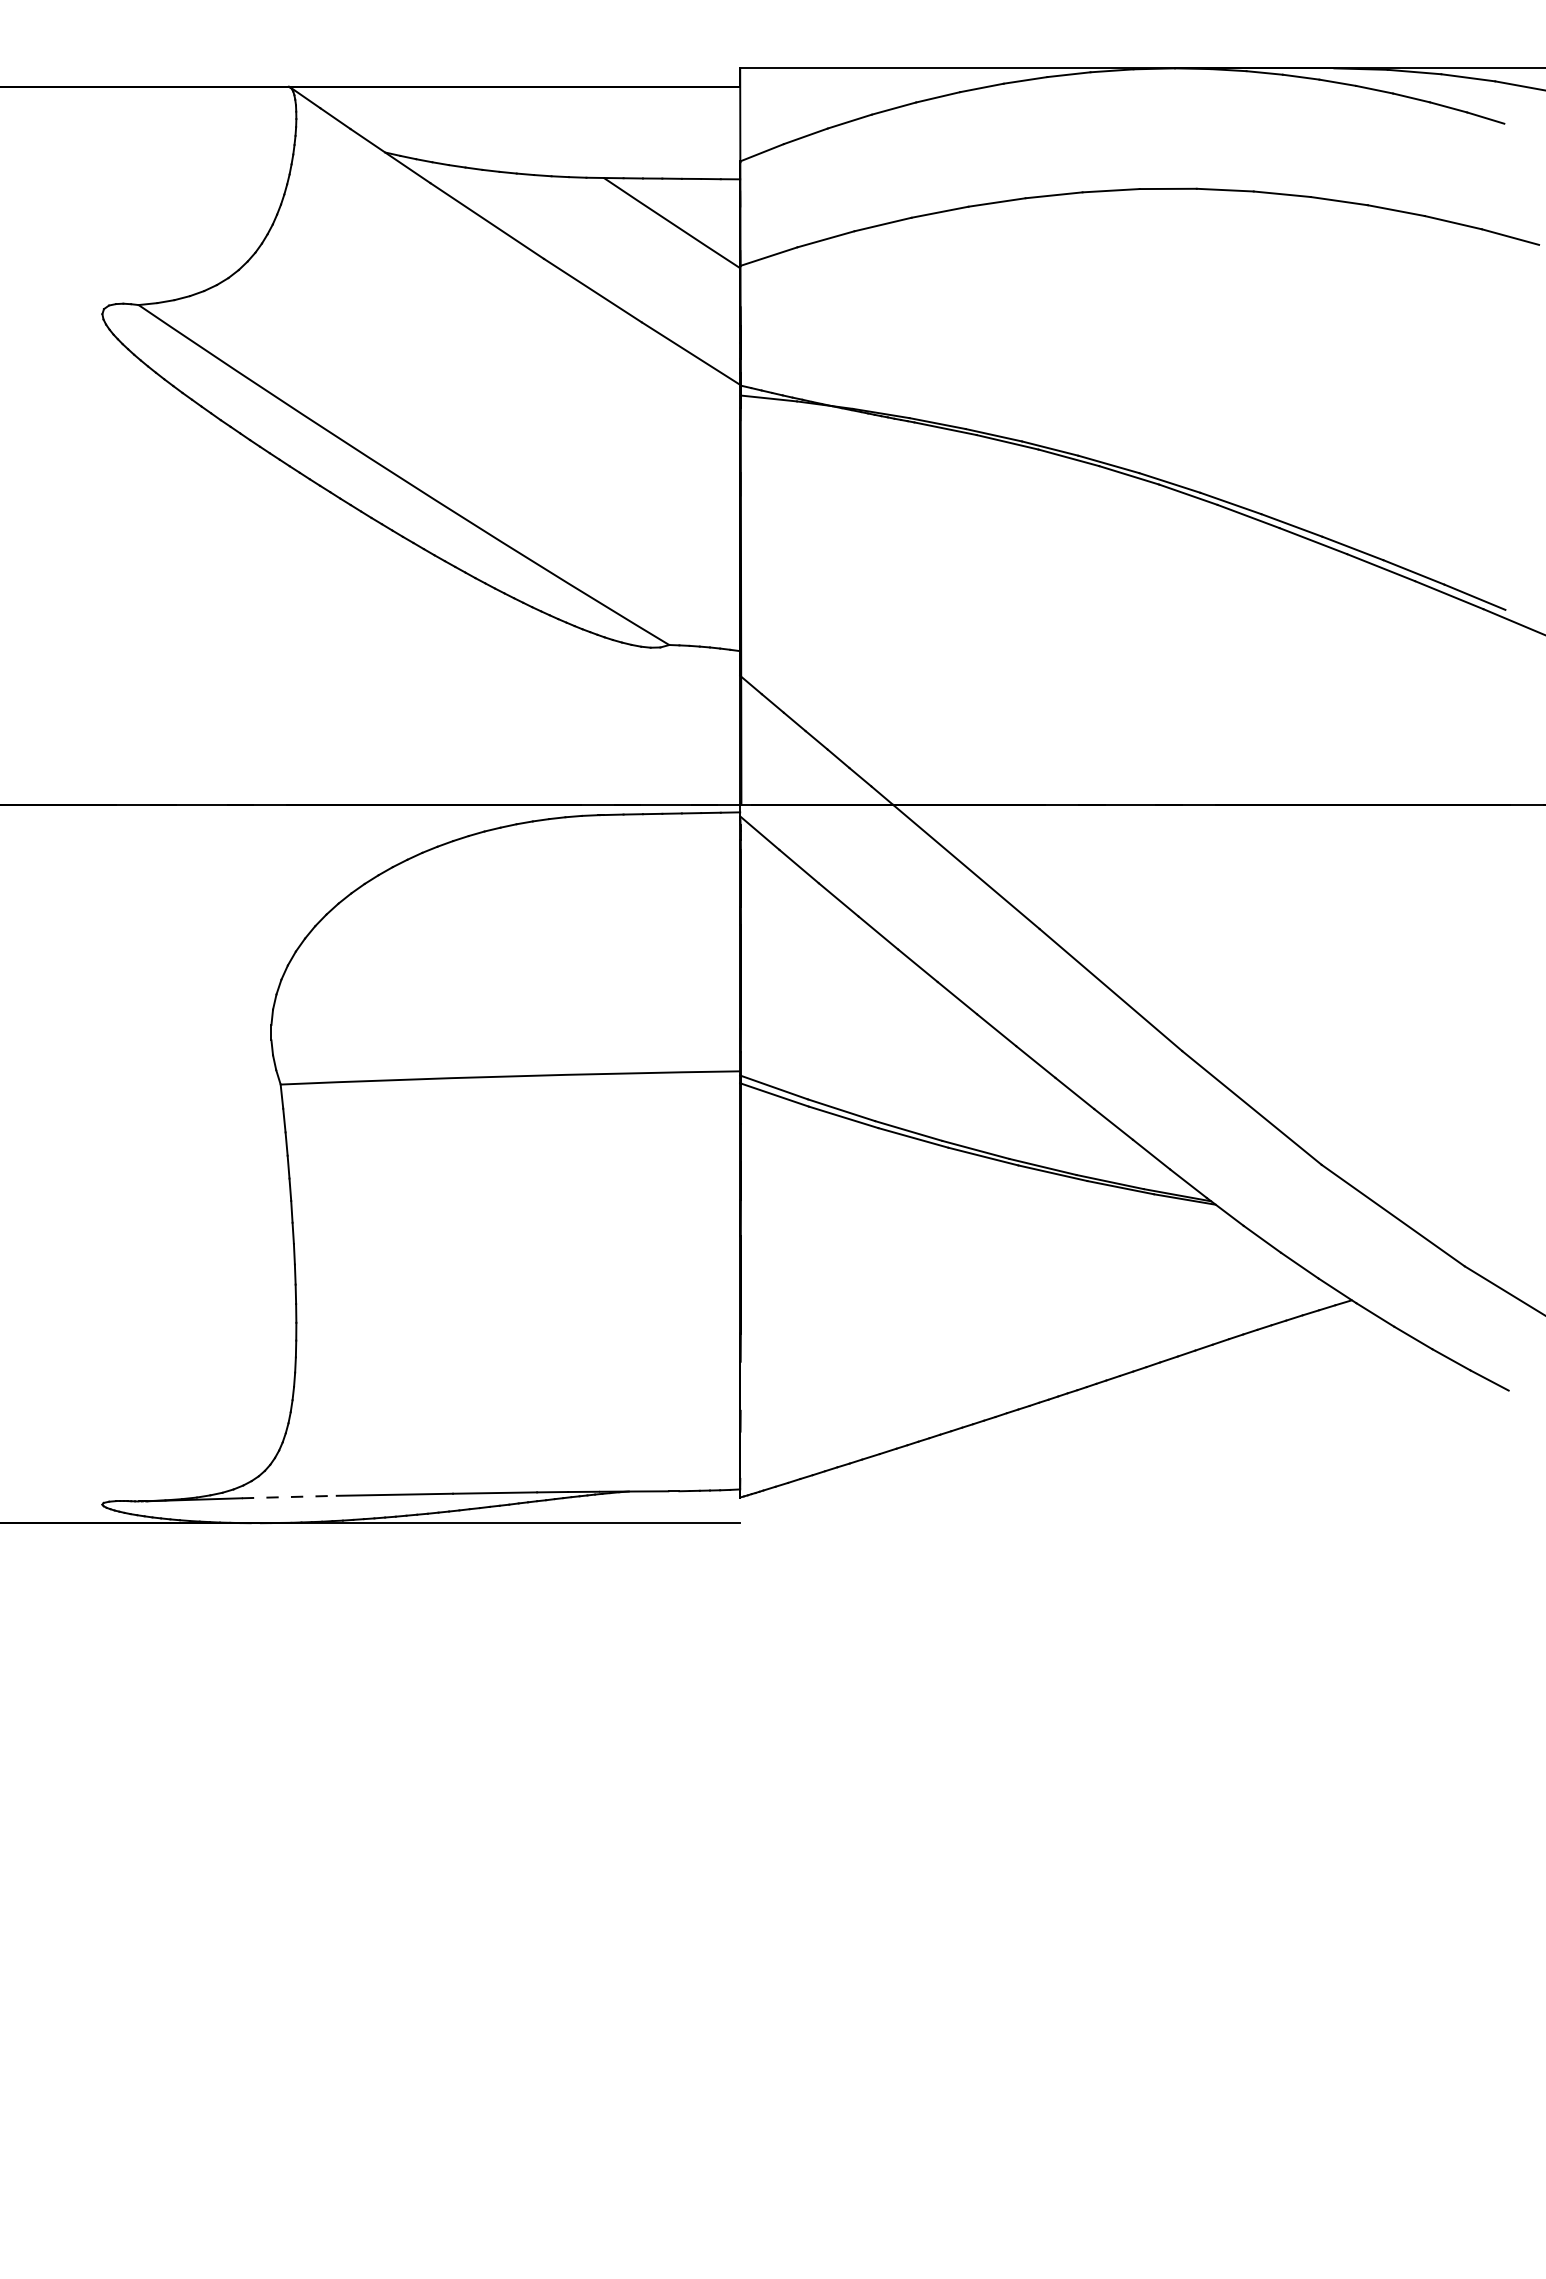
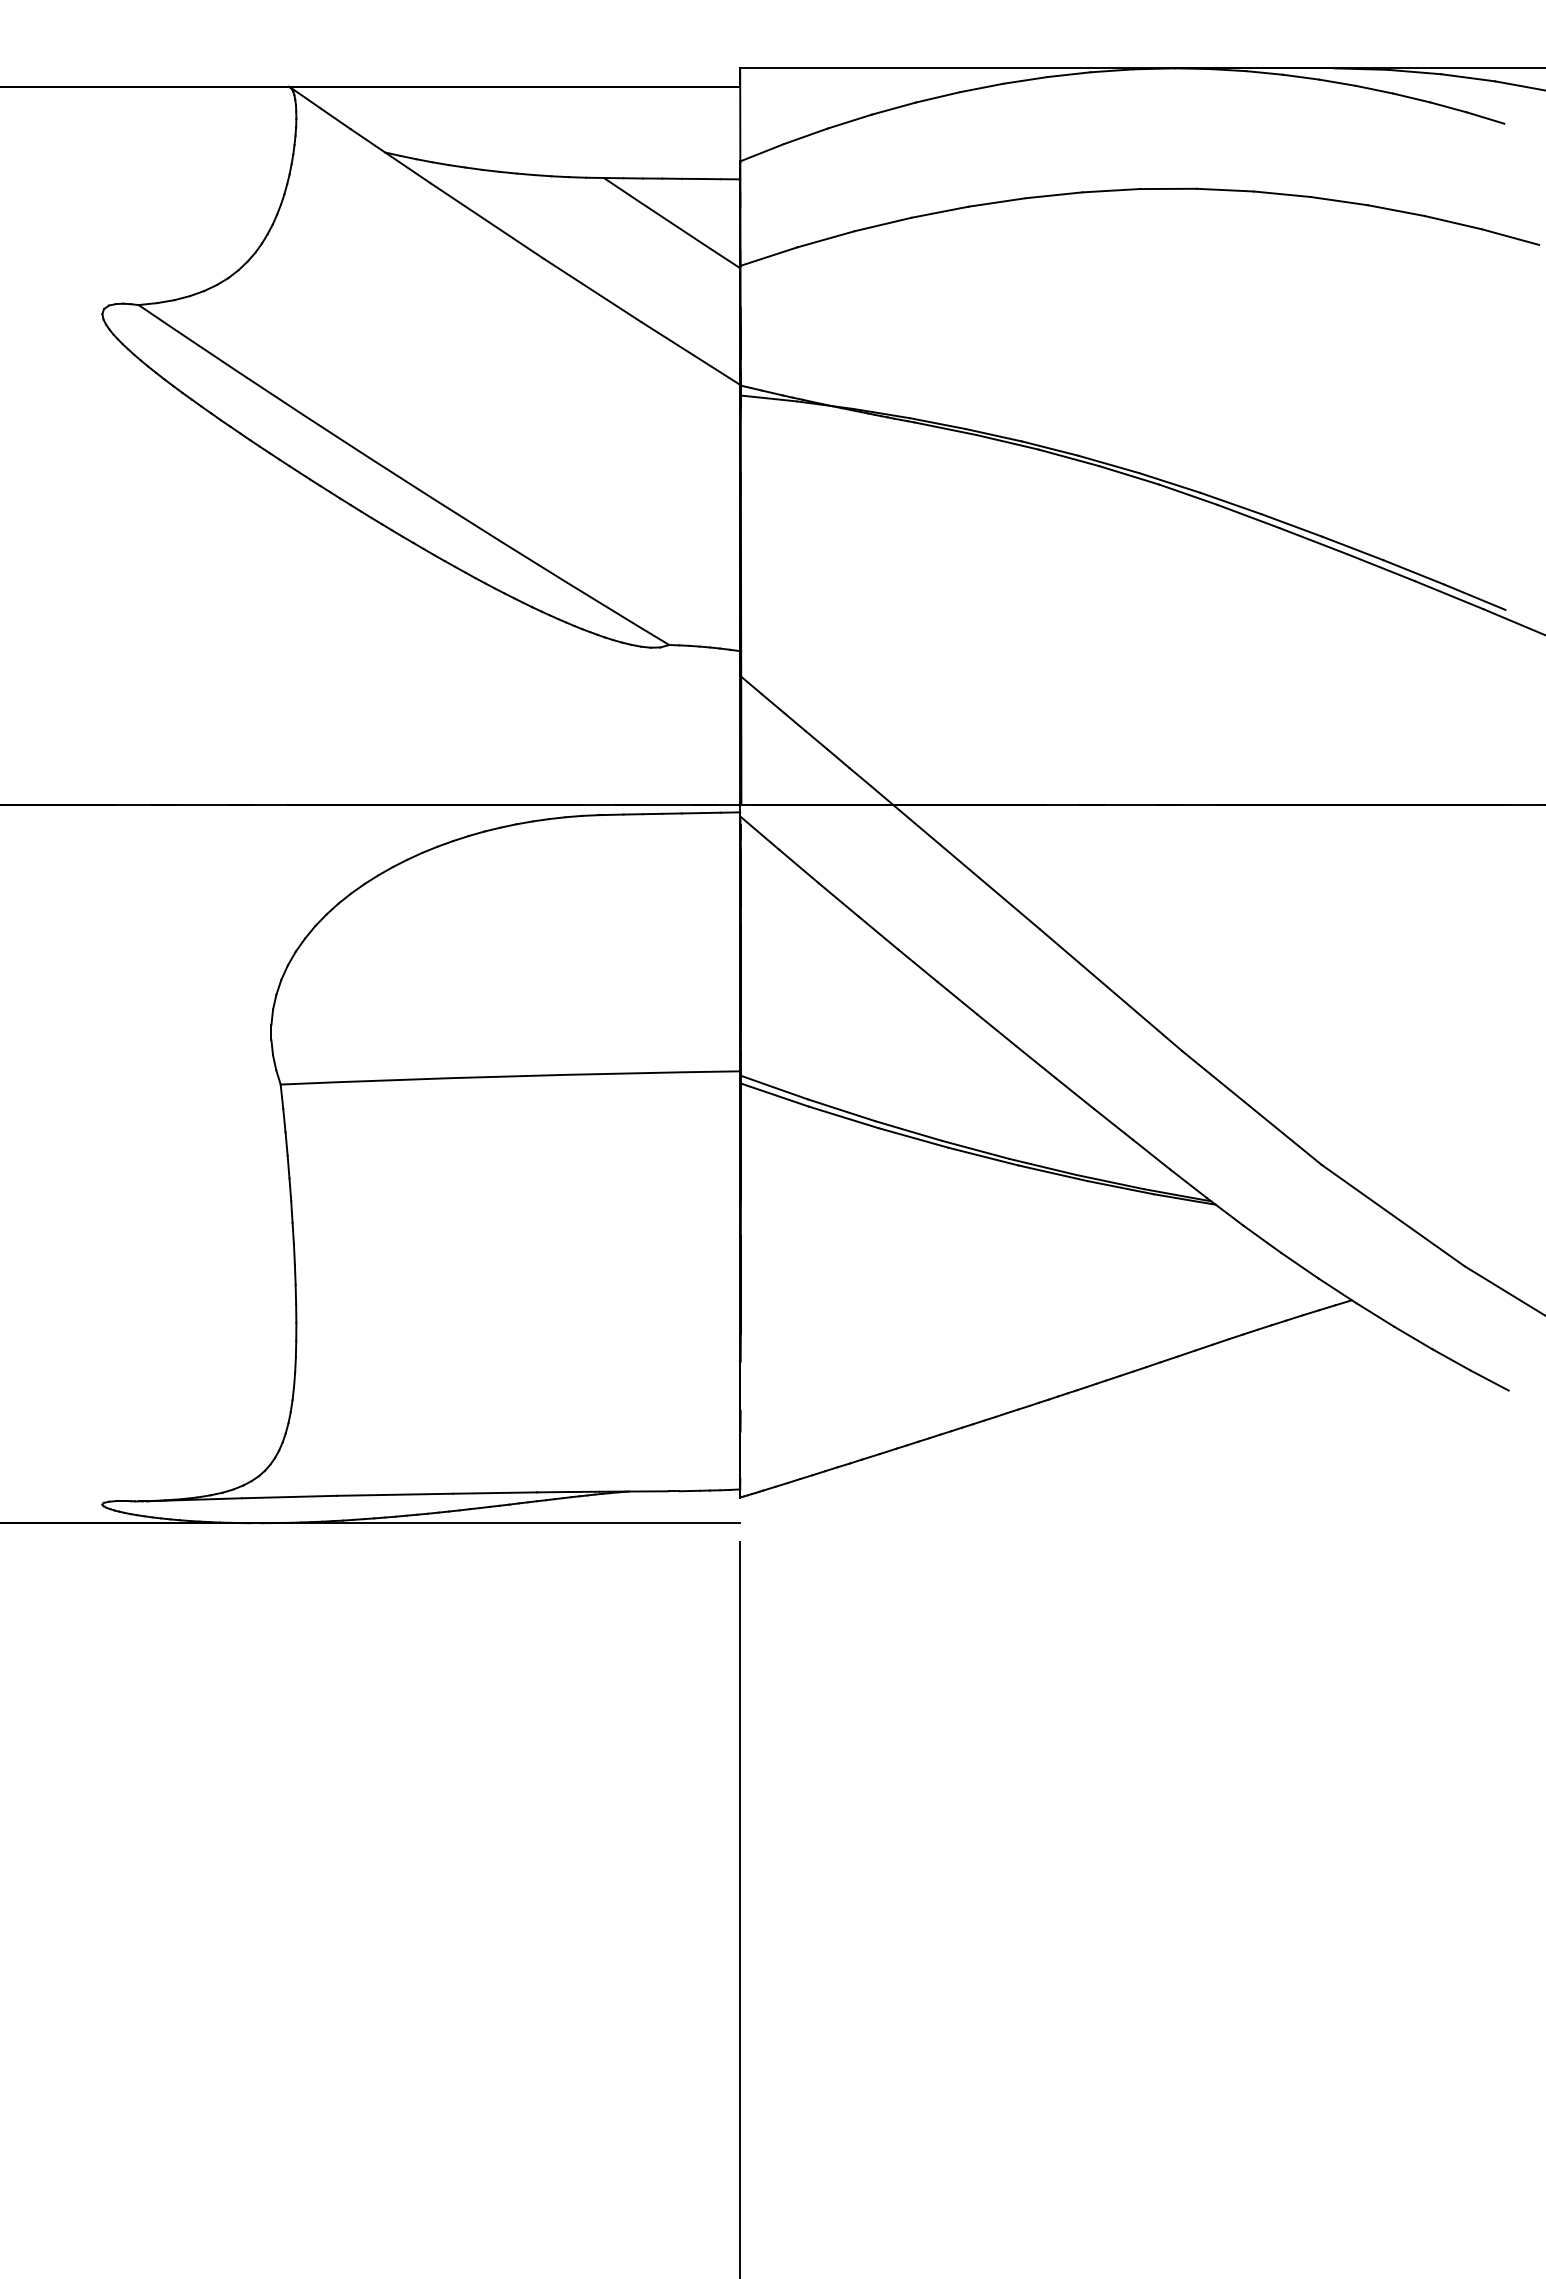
line at (289, 1497): dashed -> solid
line at (740, 1908): none -> present
